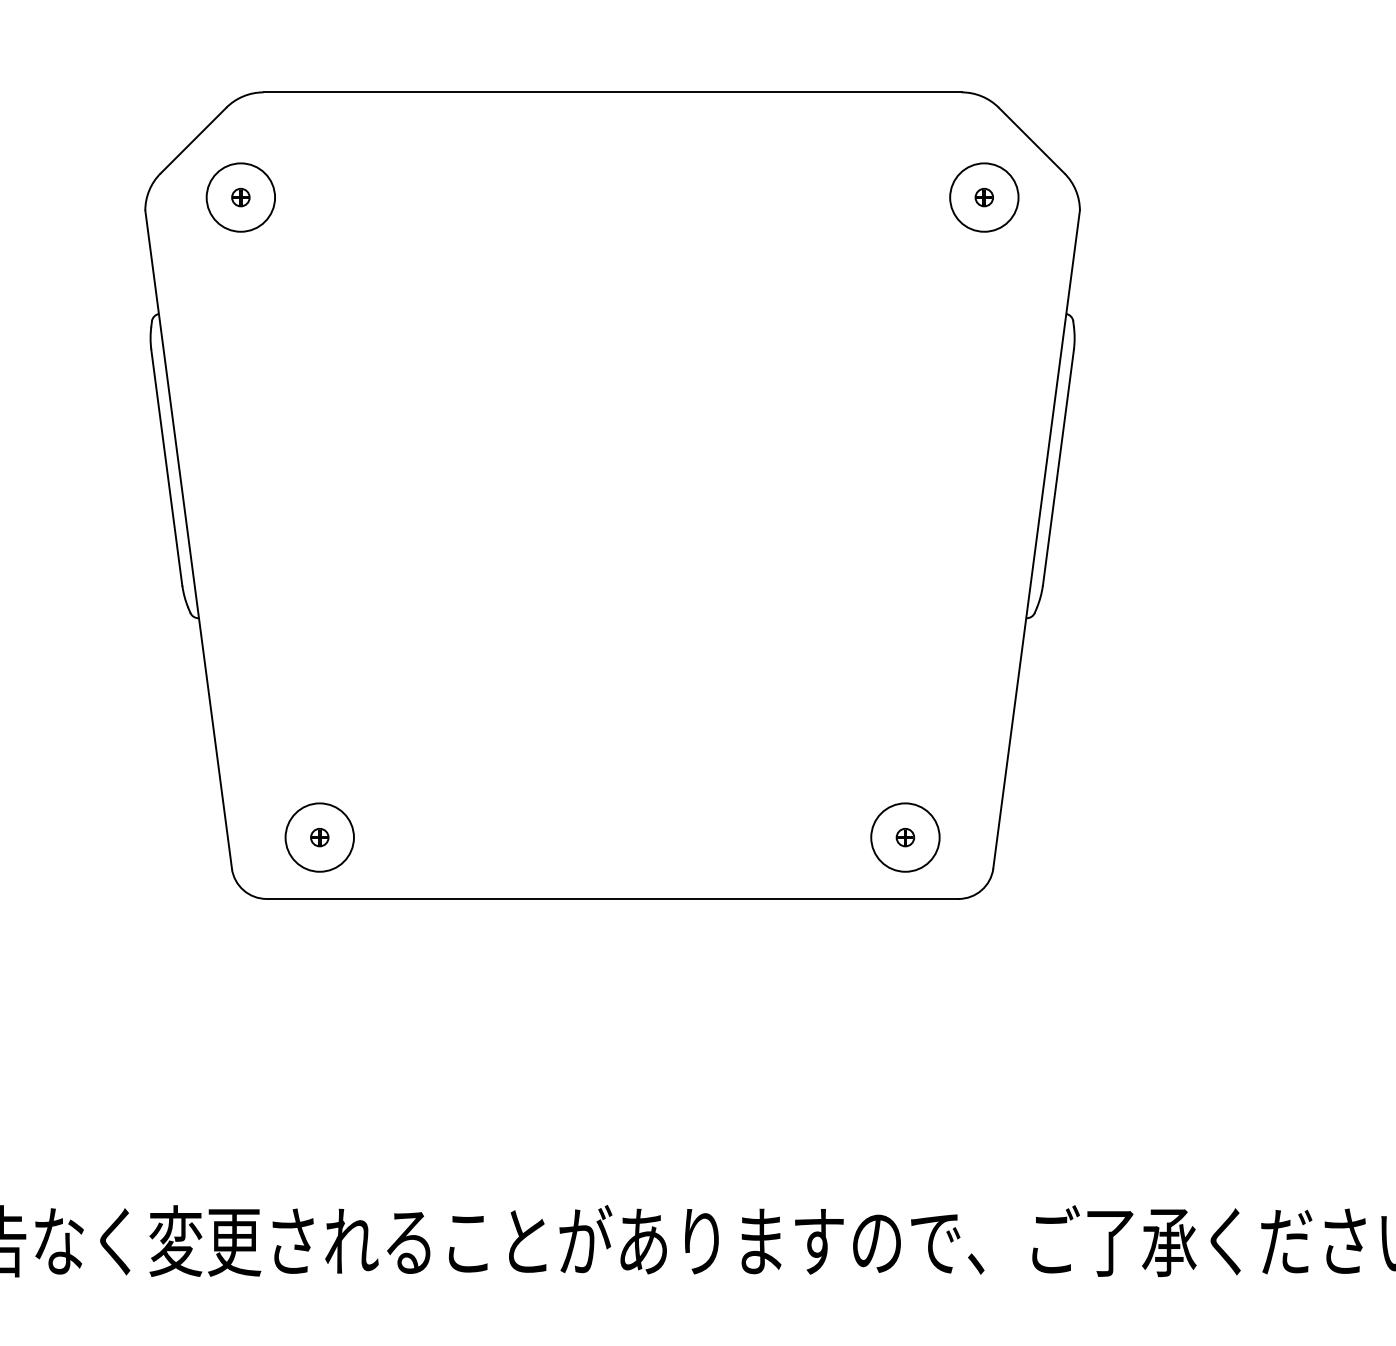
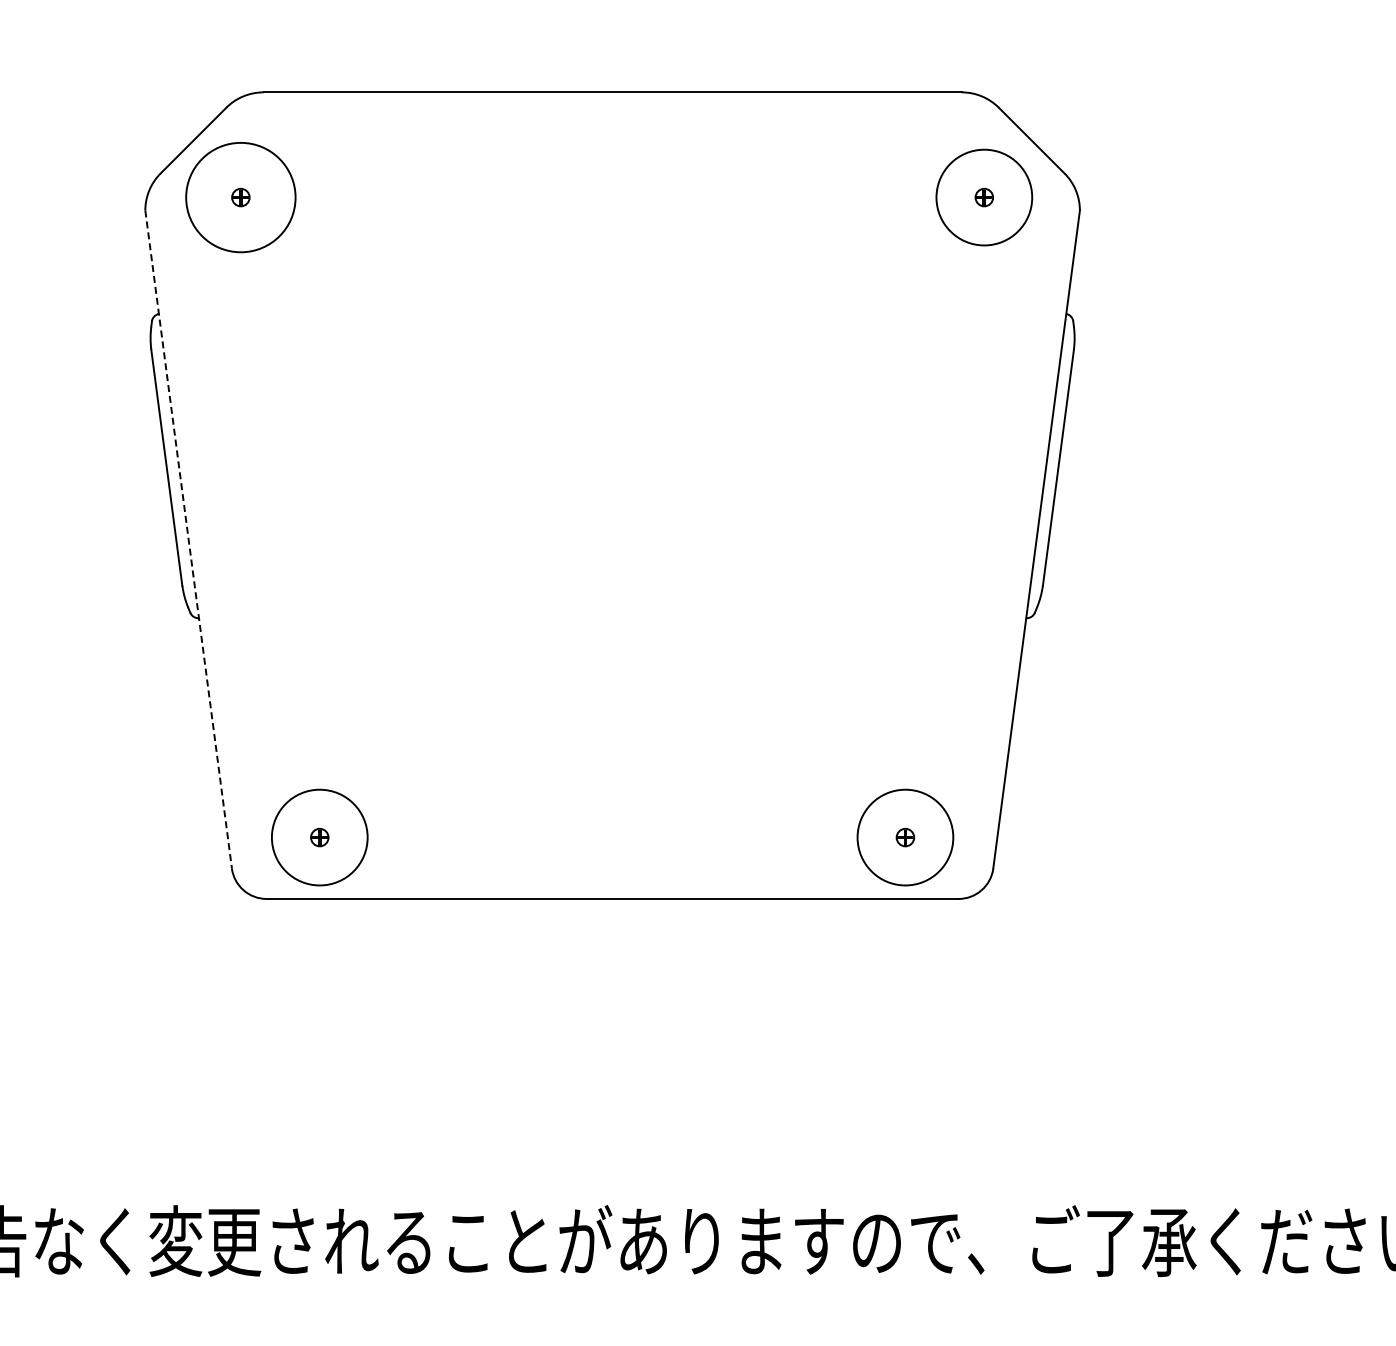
circle at (240, 197) diameter: 68 px -> 109 px
circle at (984, 197) diameter: 68 px -> 96 px
line at (188, 539): solid -> dashed
circle at (319, 837) diameter: 68 px -> 96 px
circle at (905, 837) diameter: 68 px -> 96 px
